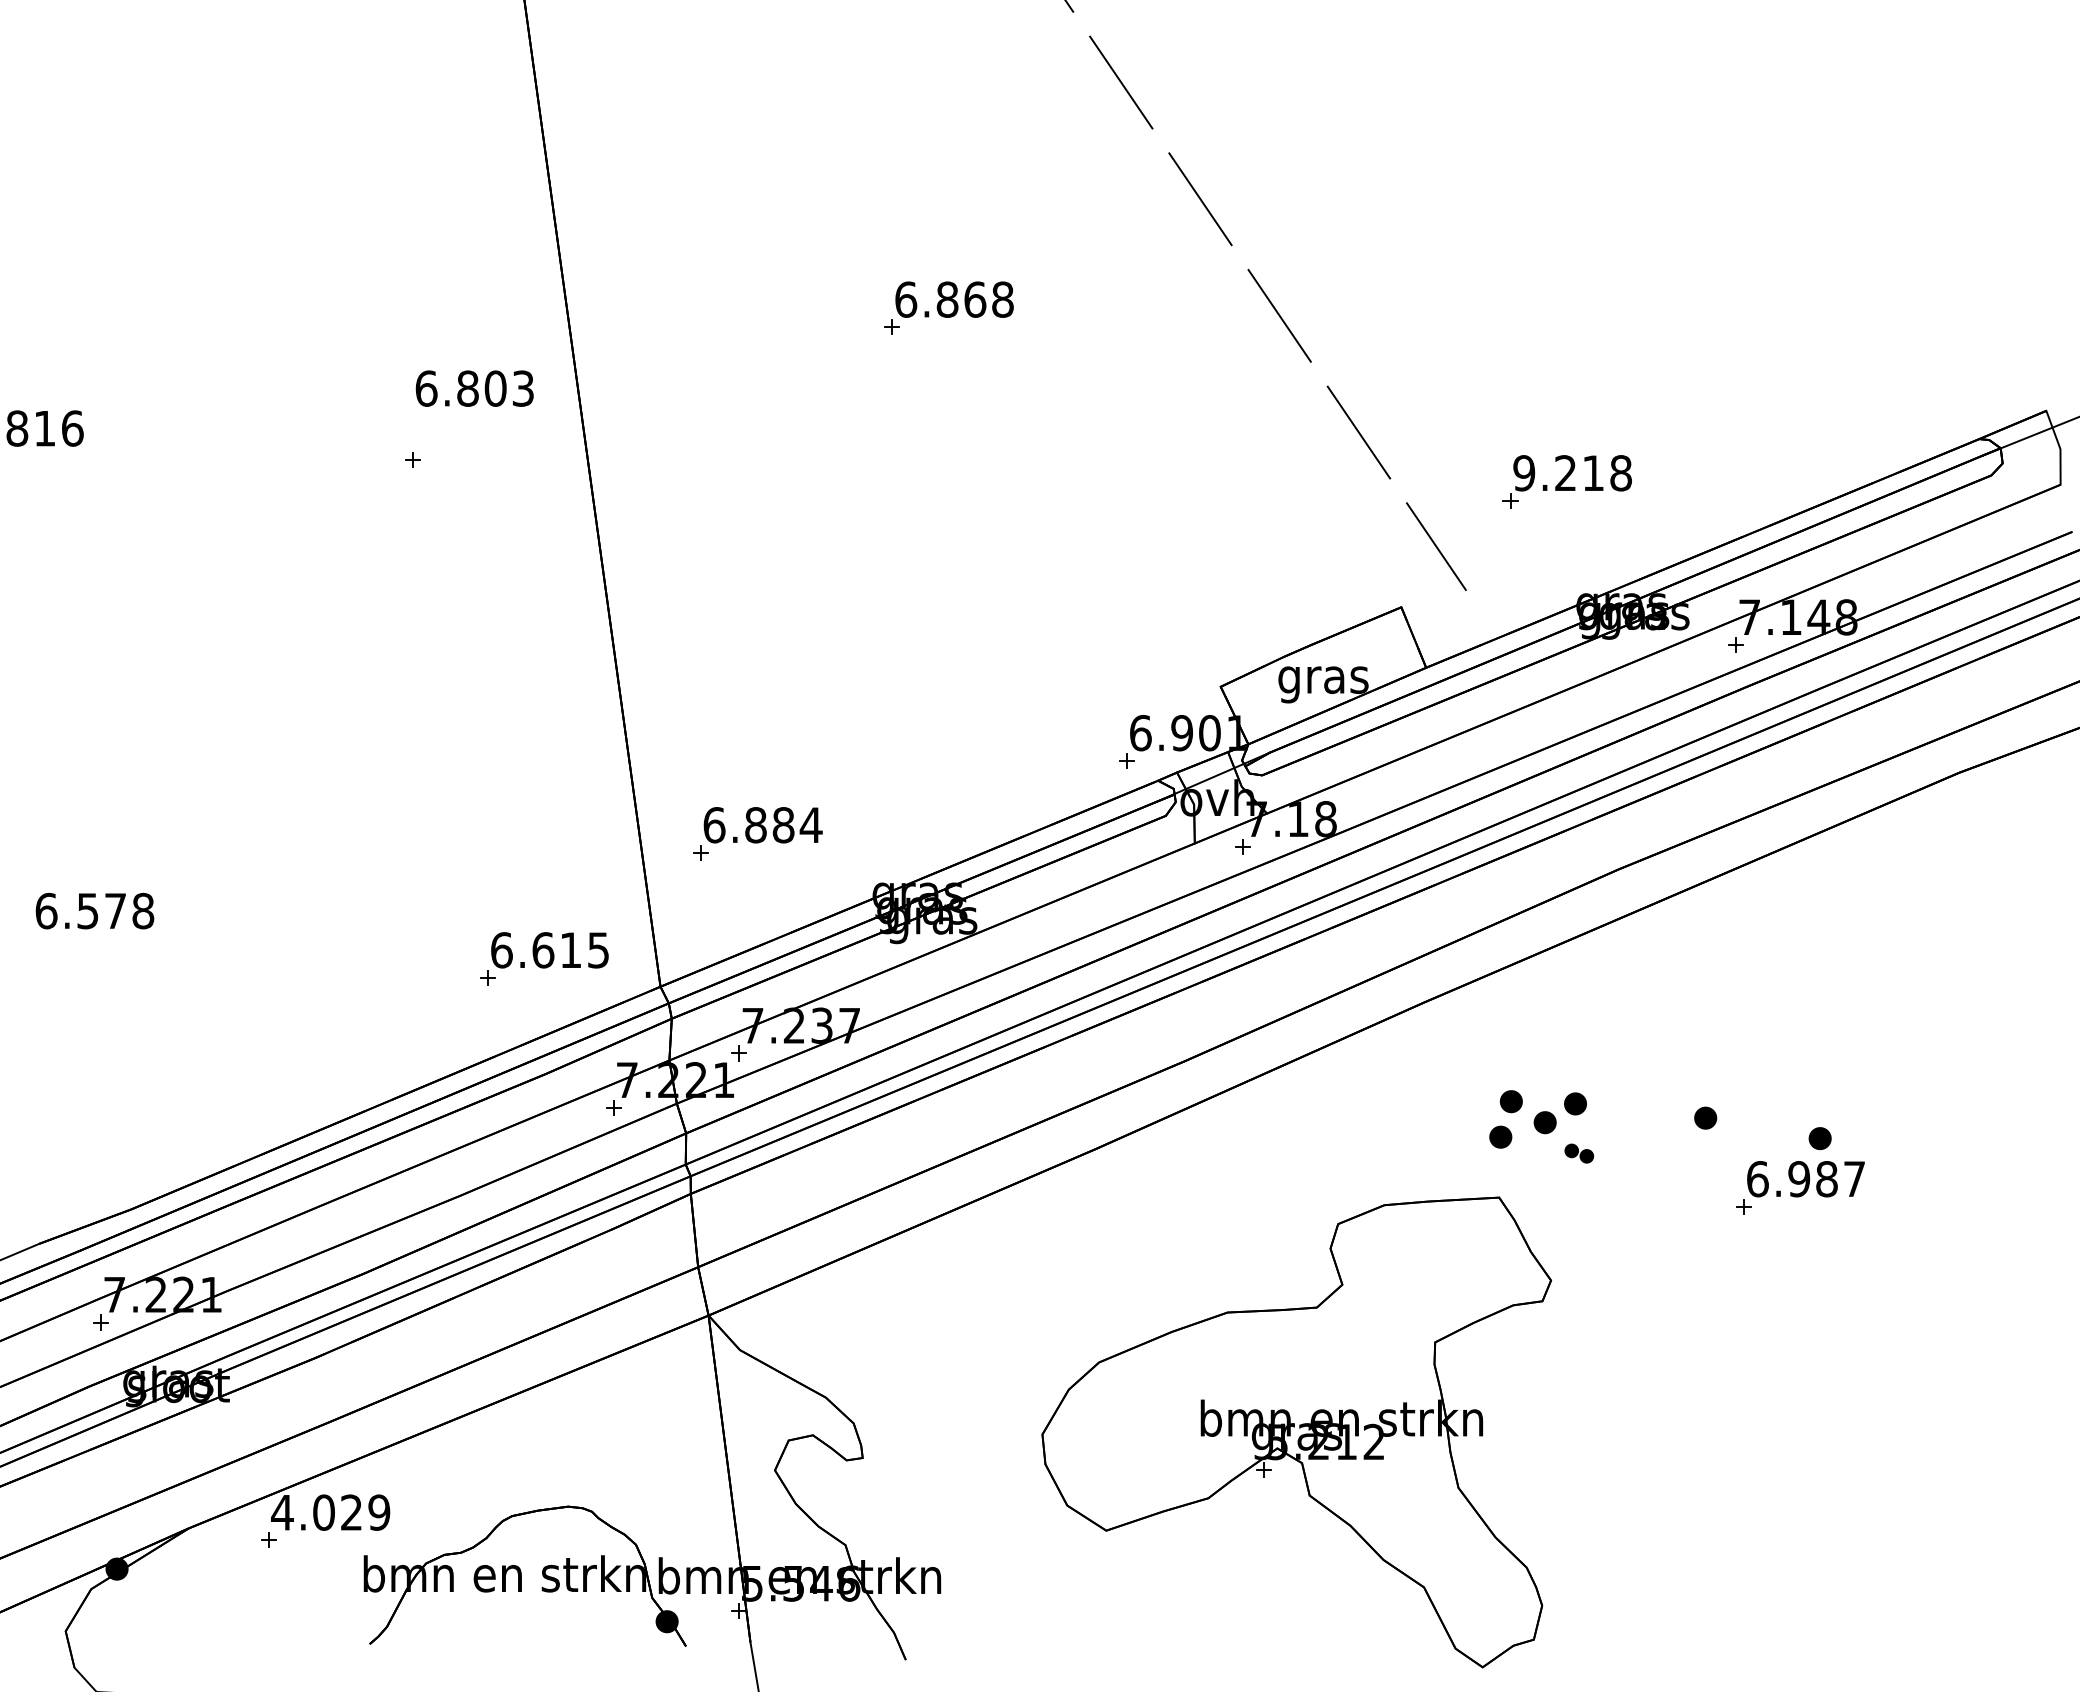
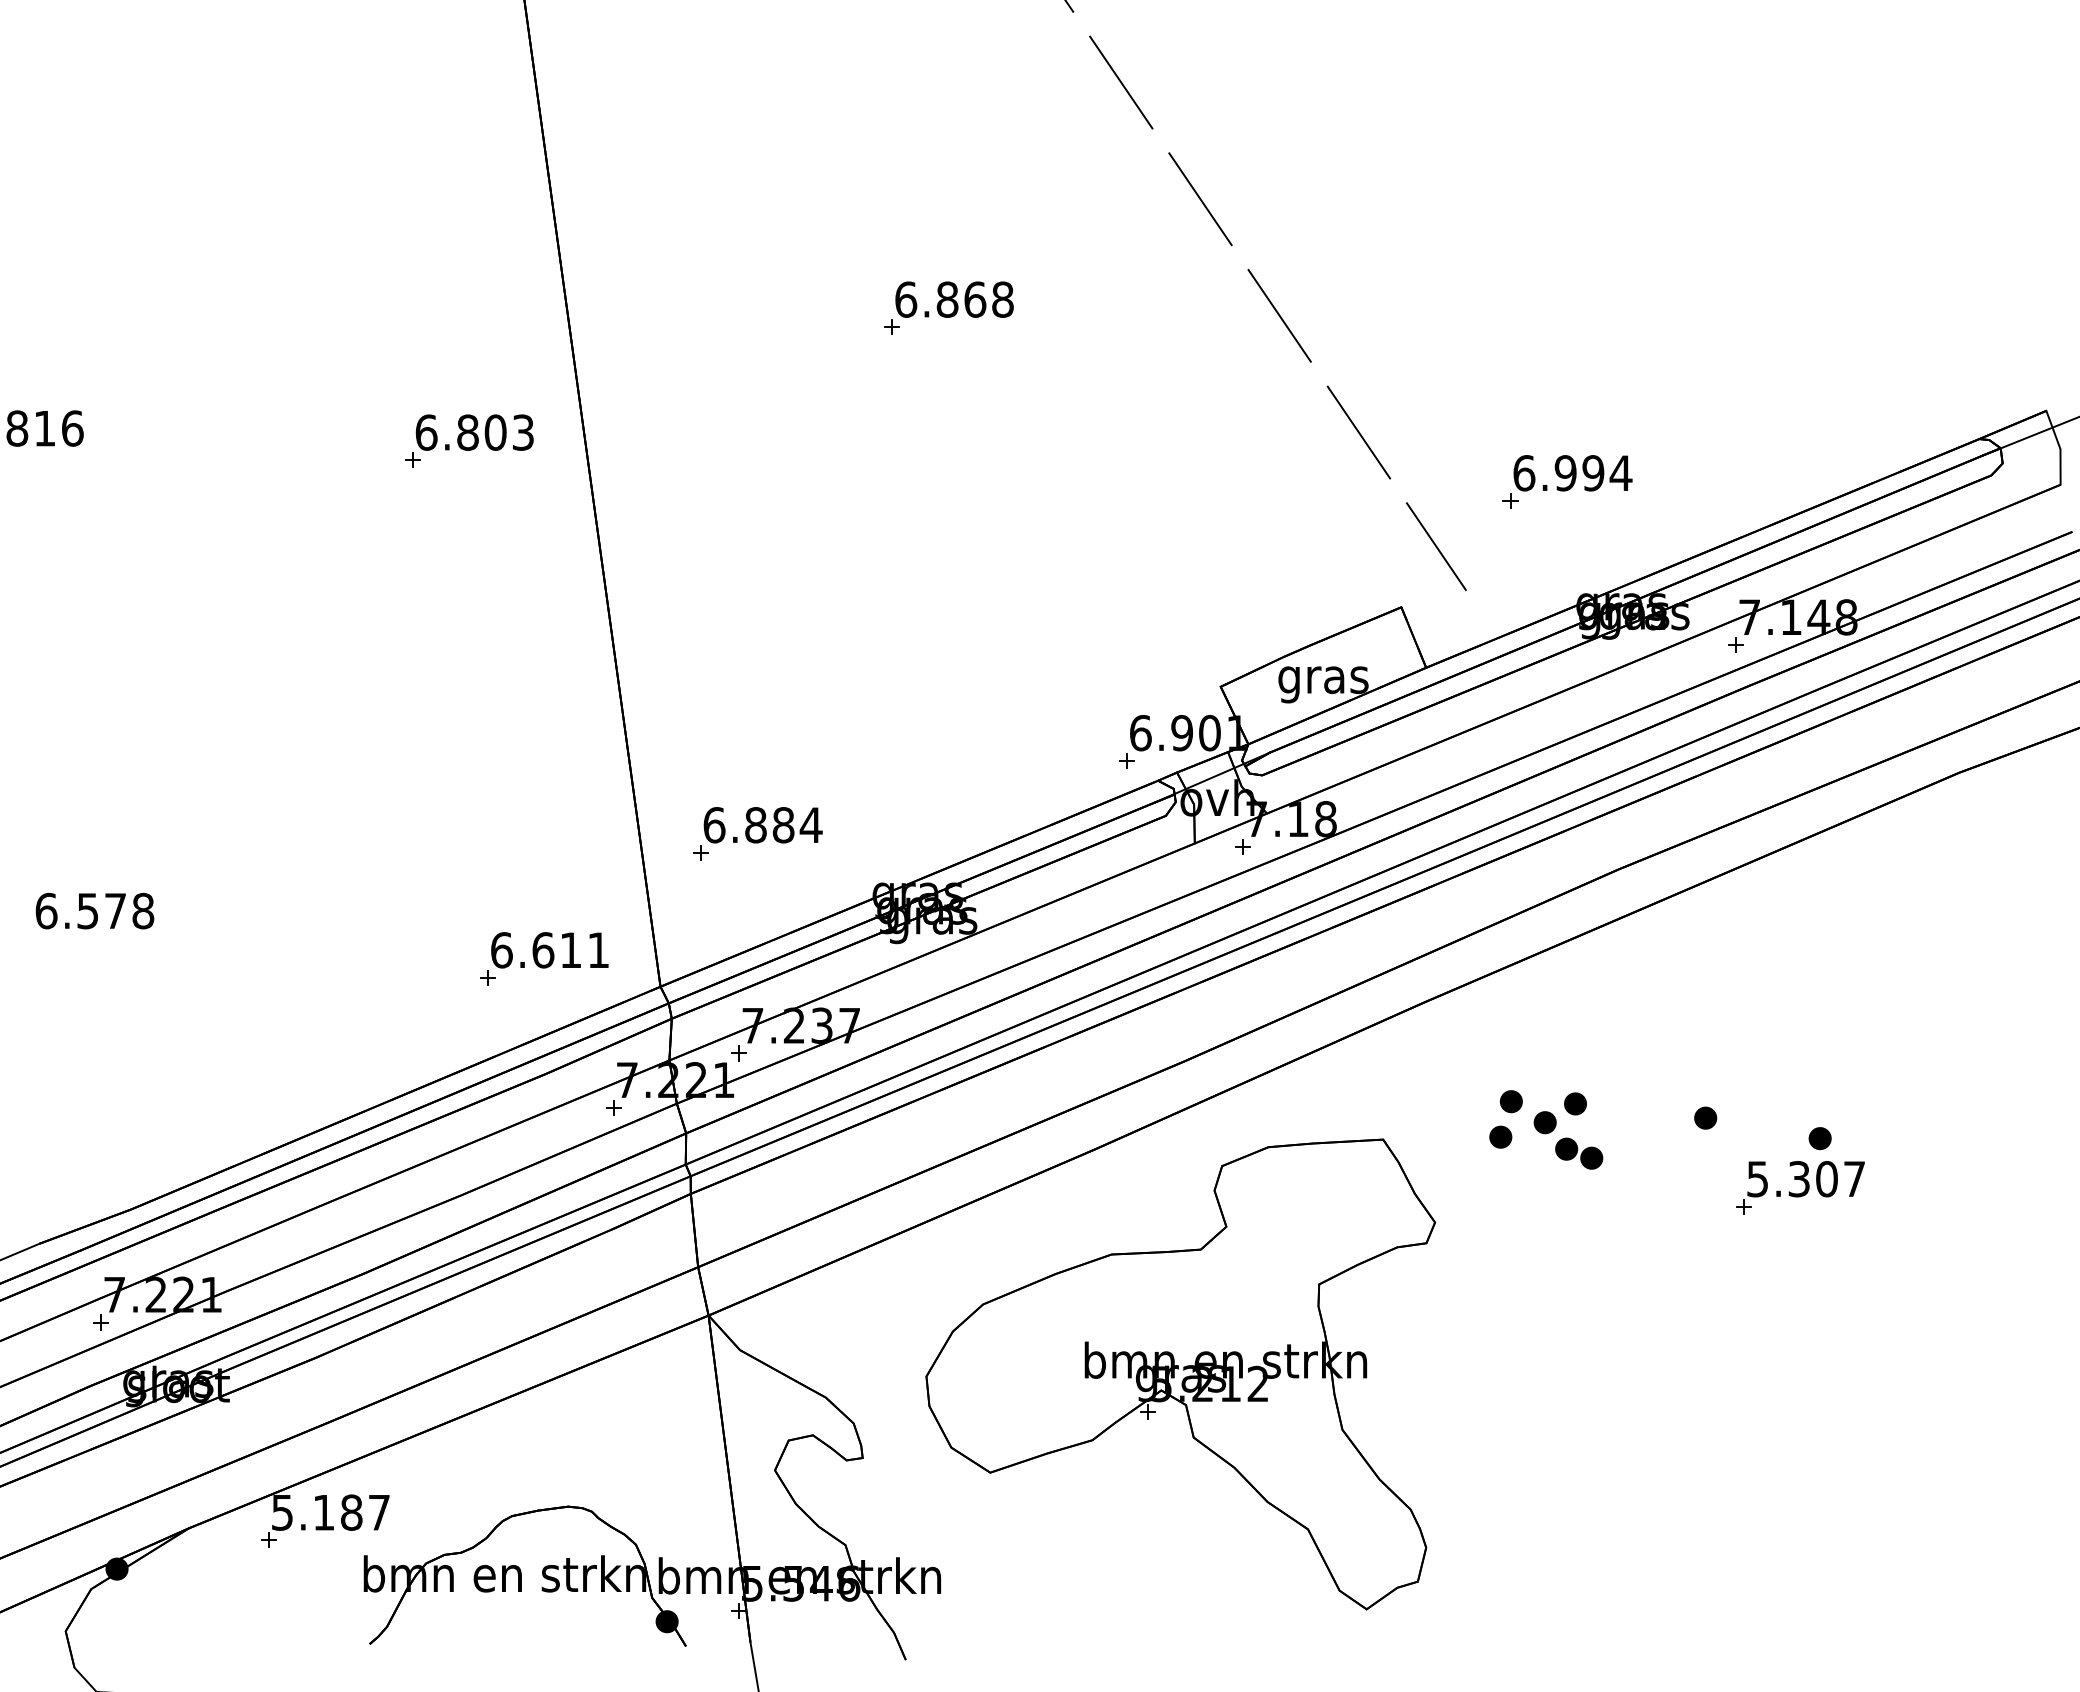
text at (474, 388) position: (474, 388) -> (474, 432)
text at (1572, 473): 9.218 -> 6.994
text at (598, 950): 6.615 -> 6.611
part at (1579, 1153) size: 31x21 px -> 49x33 px
text at (1792, 1179): 6.987 -> 5.307
part at (1296, 1432) position: (1296, 1432) -> (1180, 1374)
text at (330, 1512): 4.029 -> 5.187
